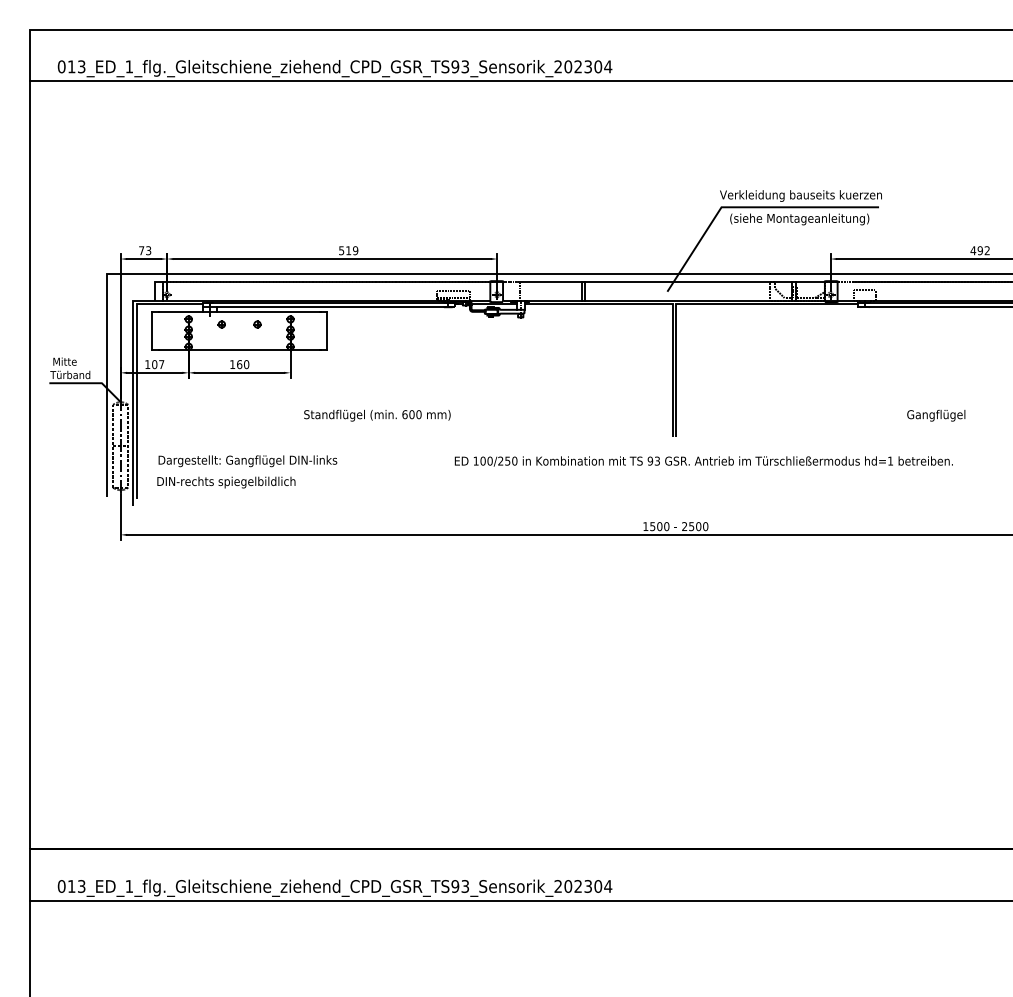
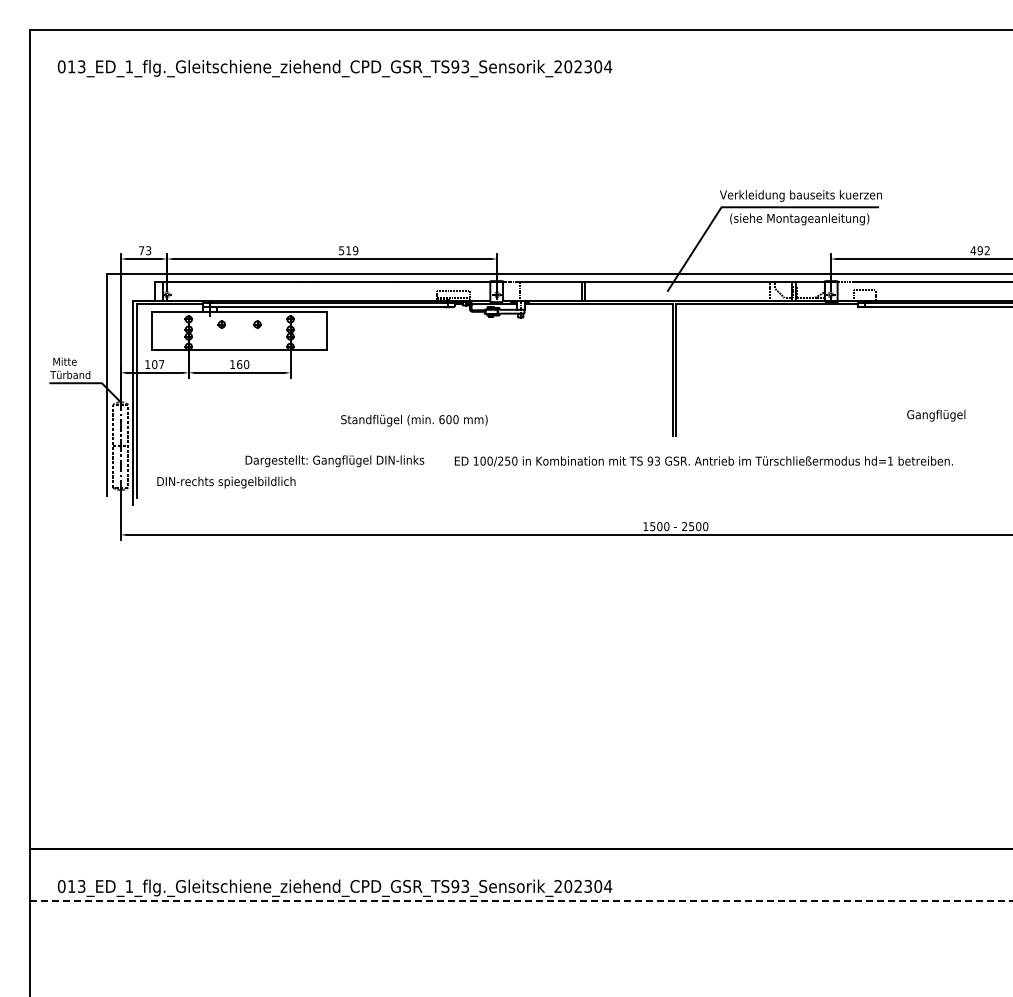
line at (519, 81): present -> none
text at (377, 415) position: (377, 415) -> (414, 420)
text at (247, 461) position: (247, 461) -> (334, 461)
line at (521, 900): solid -> dashed
